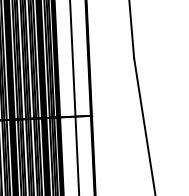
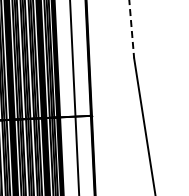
line at (131, 29): solid -> dashed
